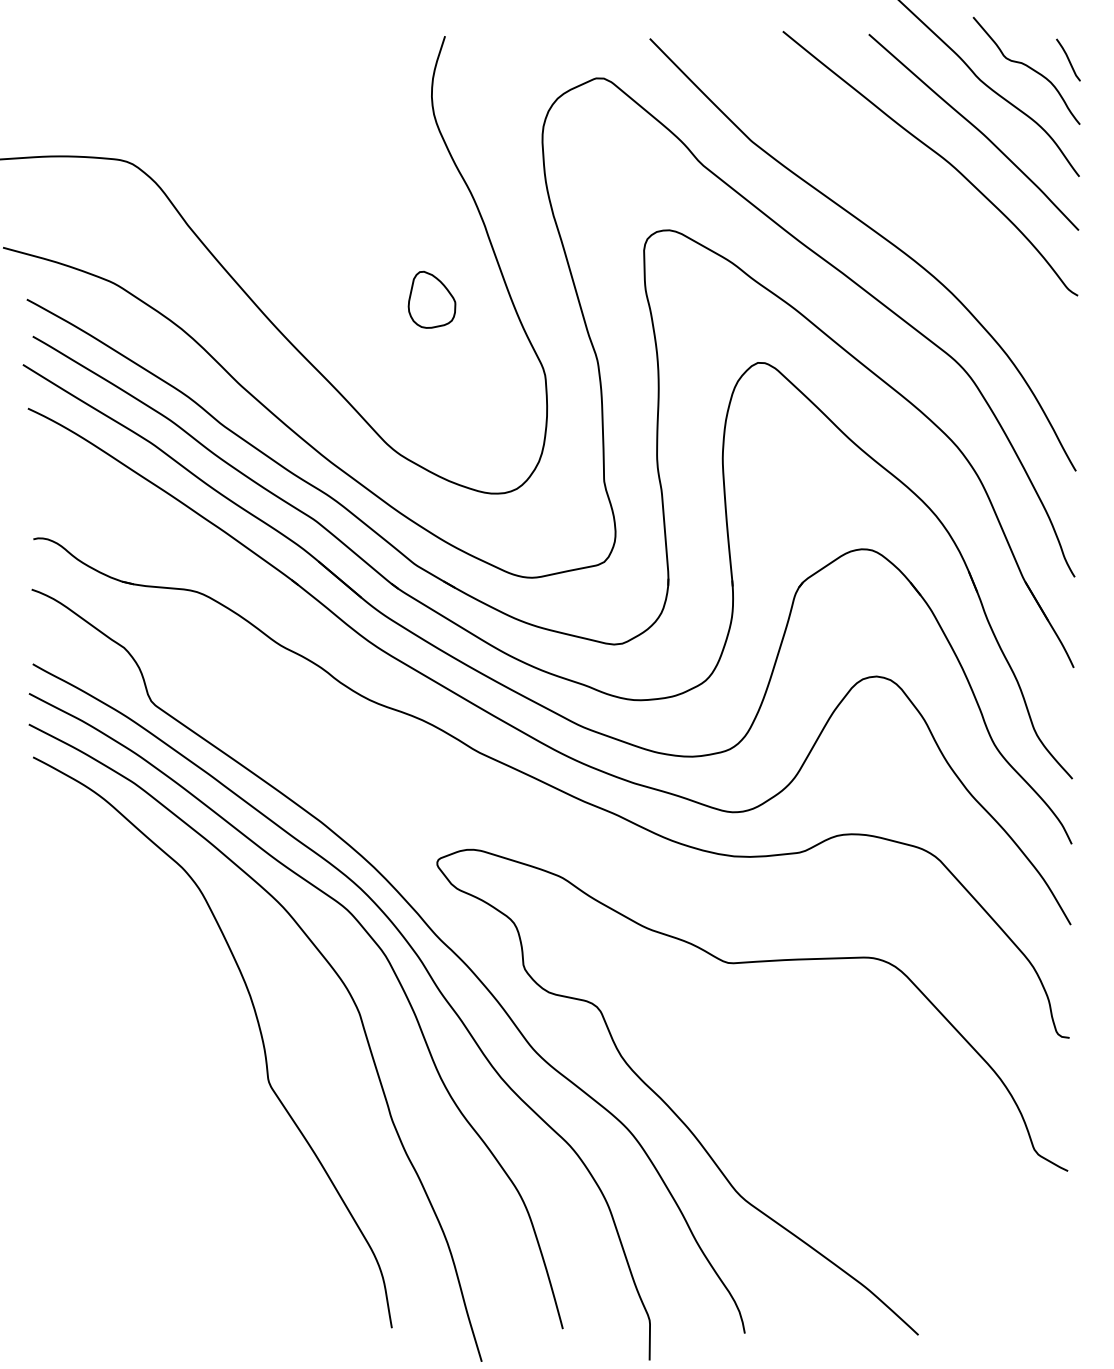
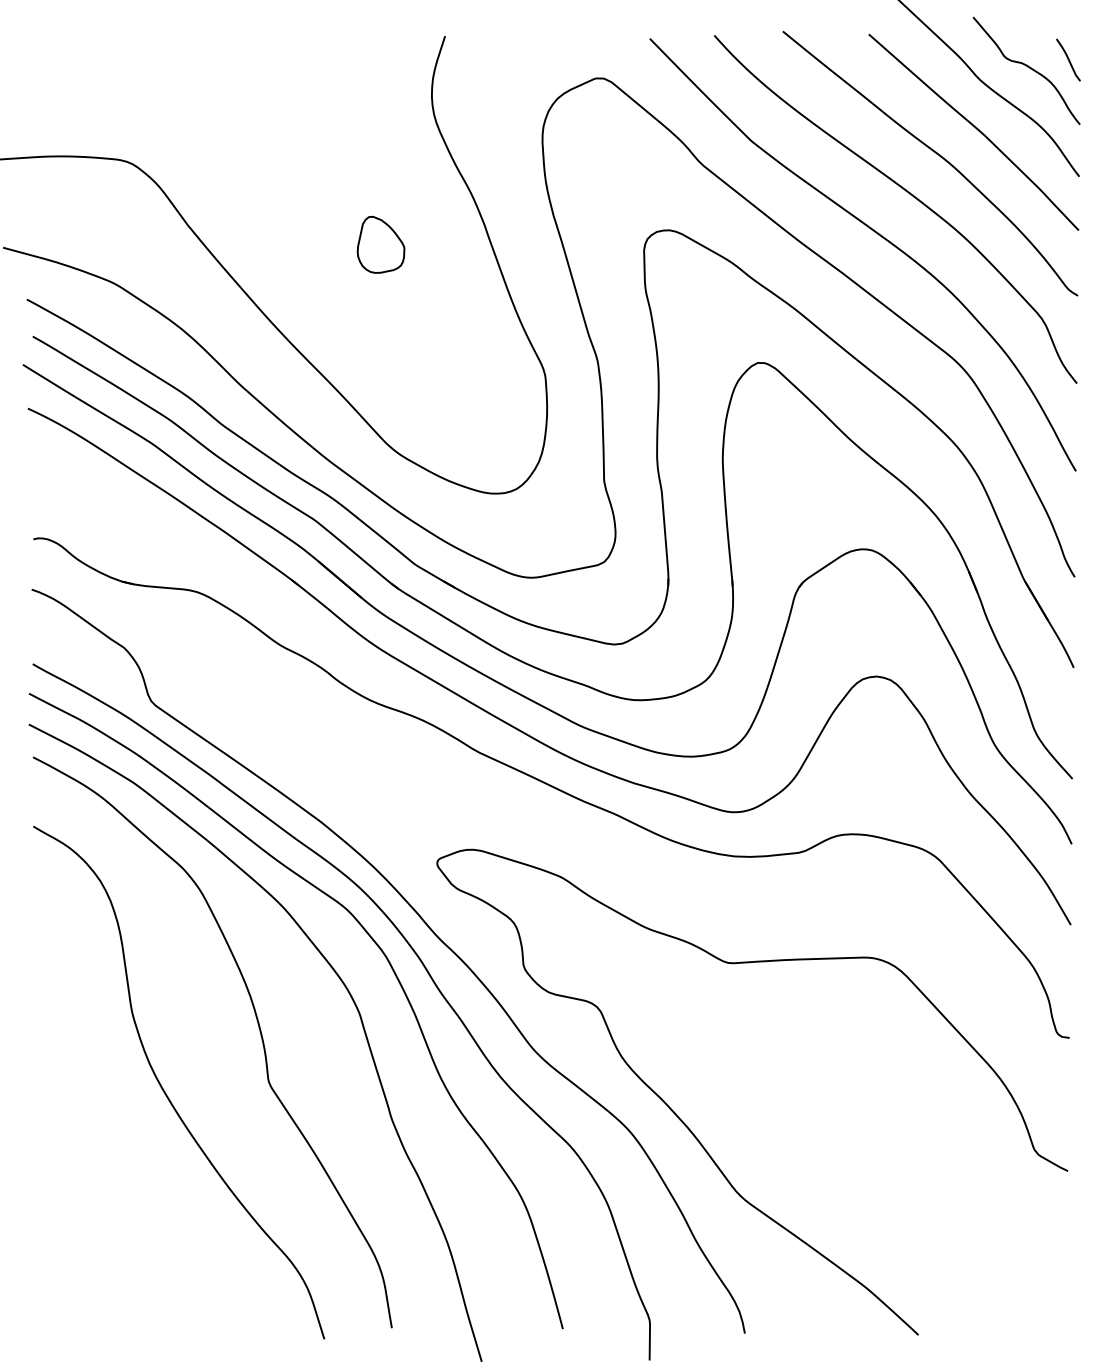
curve at (909, 194): none -> present
part at (431, 299) position: (431, 299) -> (380, 244)
curve at (165, 1091): none -> present
